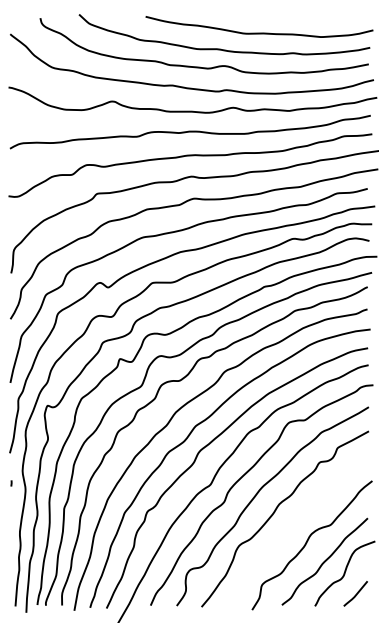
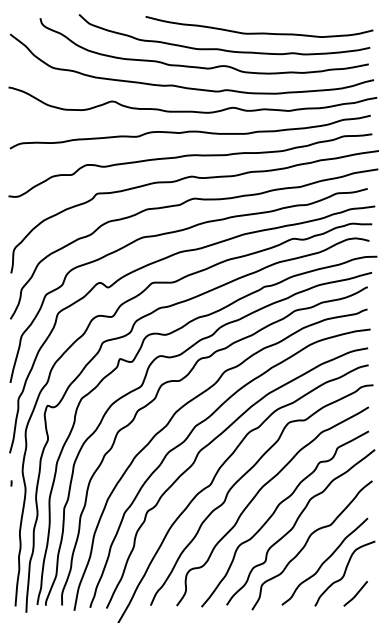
curve at (295, 525): none -> present
